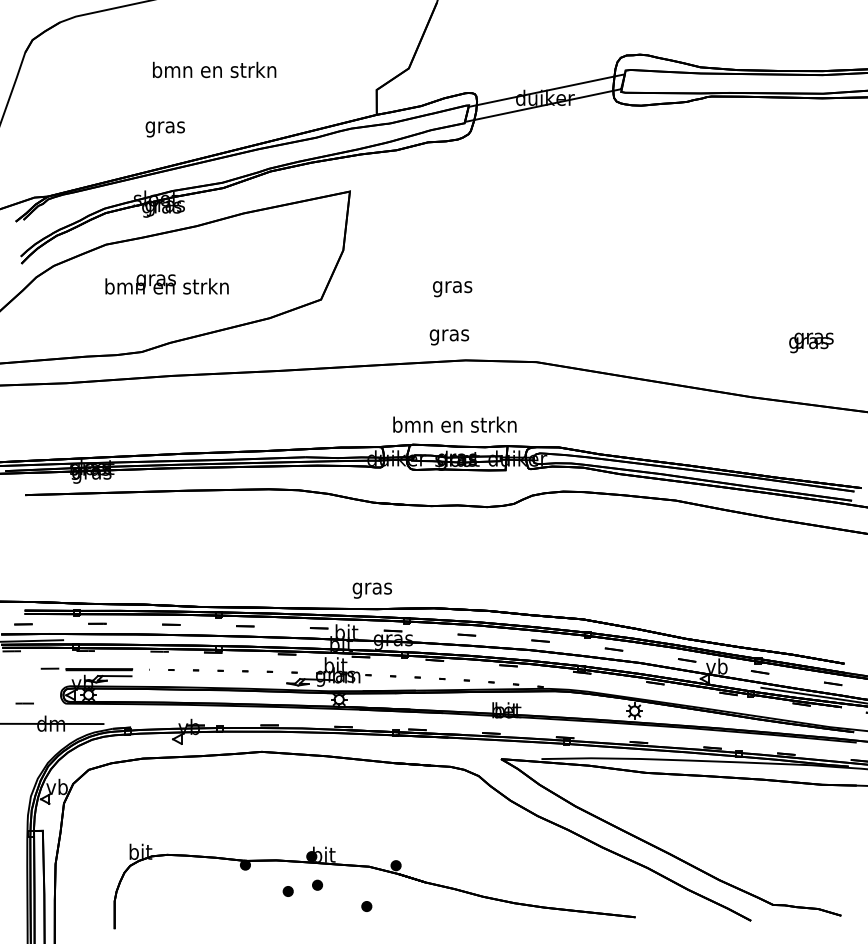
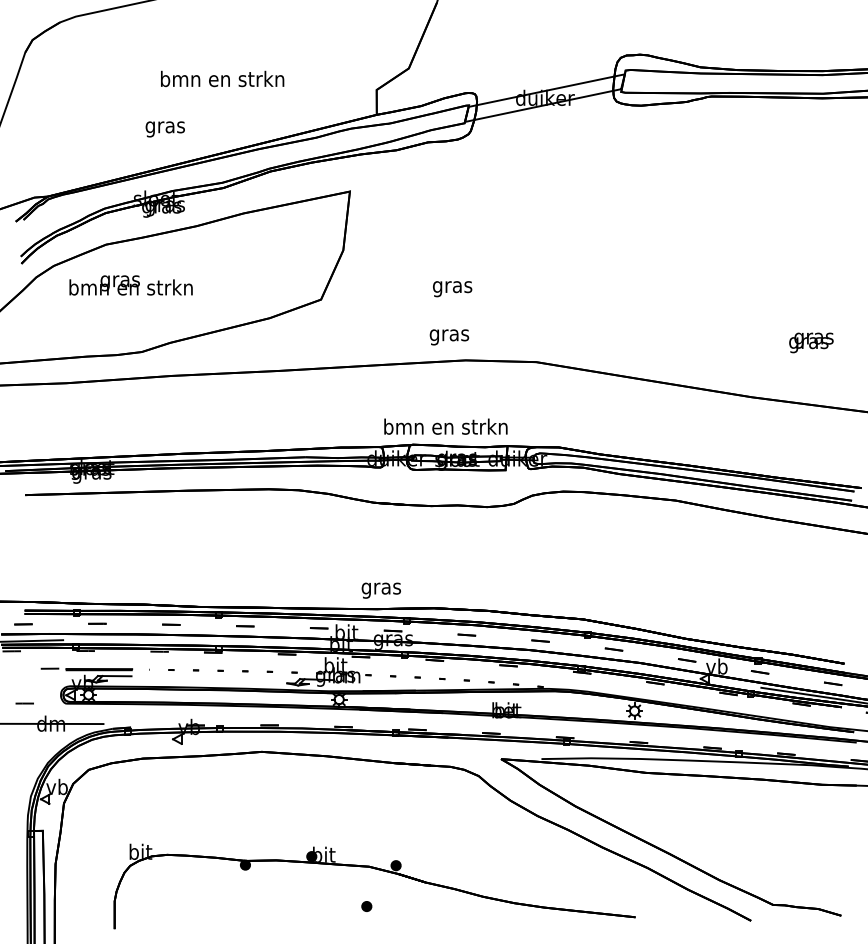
text at (214, 69) position: (214, 69) -> (222, 78)
text at (166, 284) position: (166, 284) -> (130, 285)
text at (454, 424) position: (454, 424) -> (445, 426)
text at (371, 590) position: (371, 590) -> (380, 590)
part at (317, 884): present -> none
part at (287, 891): present -> none
